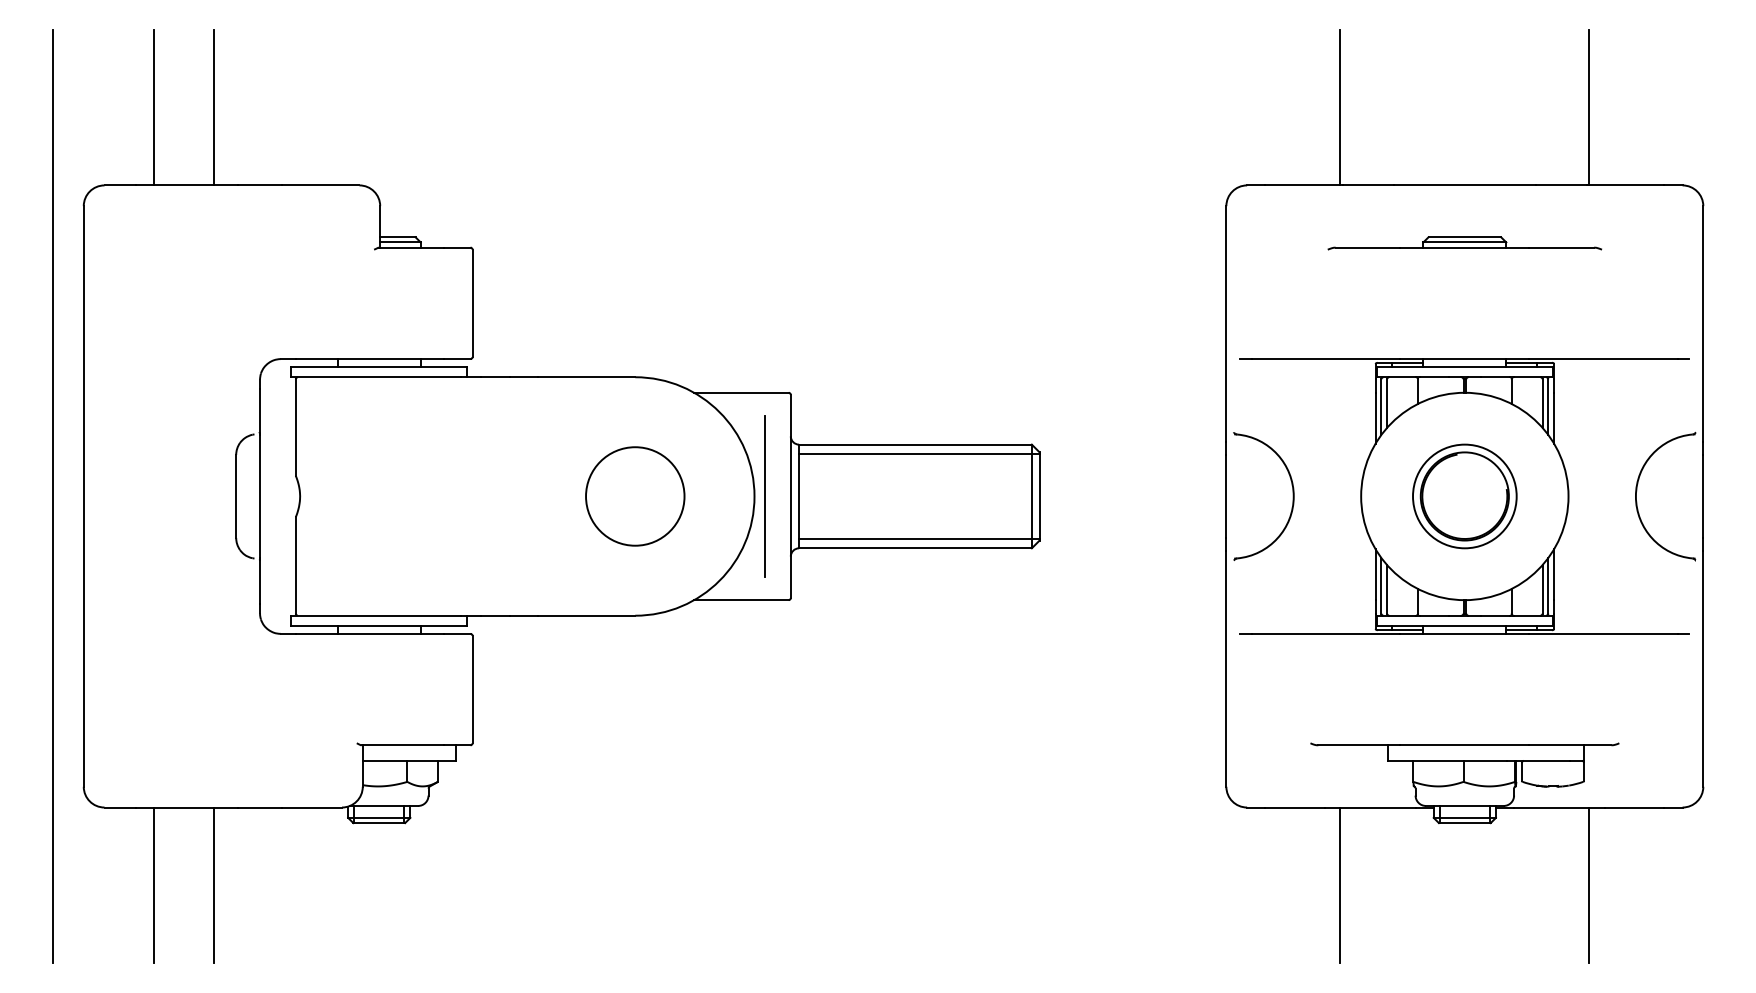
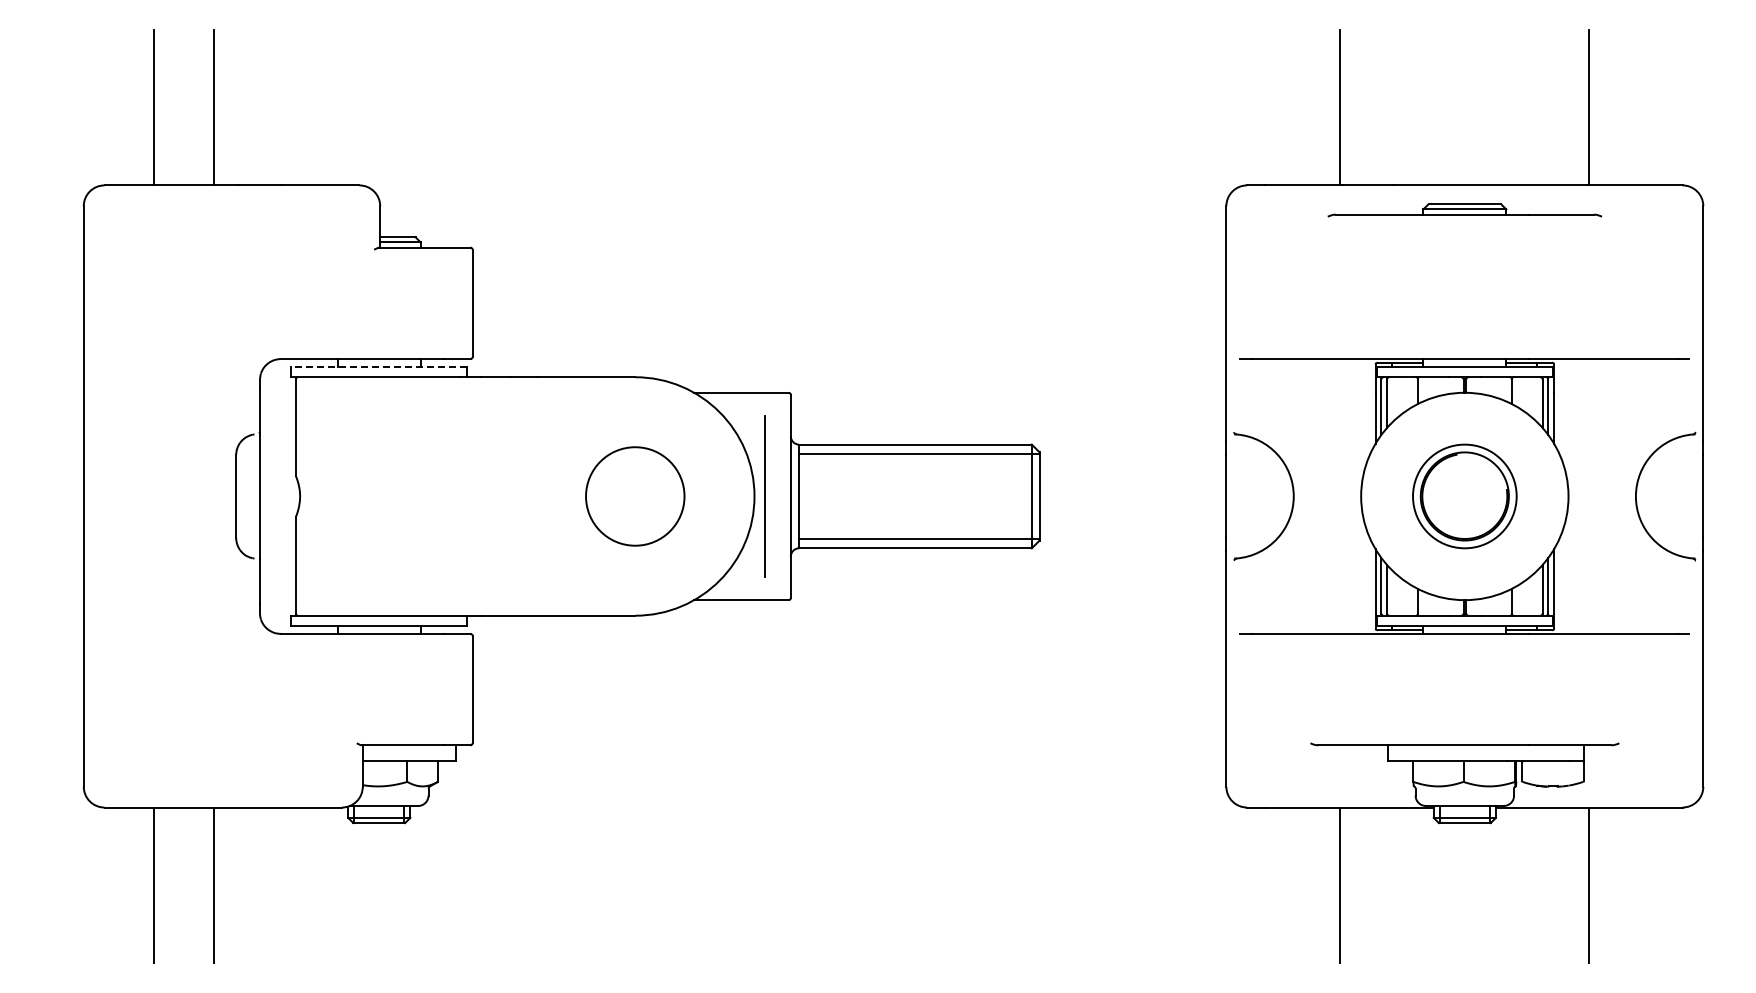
part at (1464, 243) position: (1464, 243) -> (1464, 210)
line at (378, 366): solid -> dashed
line at (52, 496): present -> none
